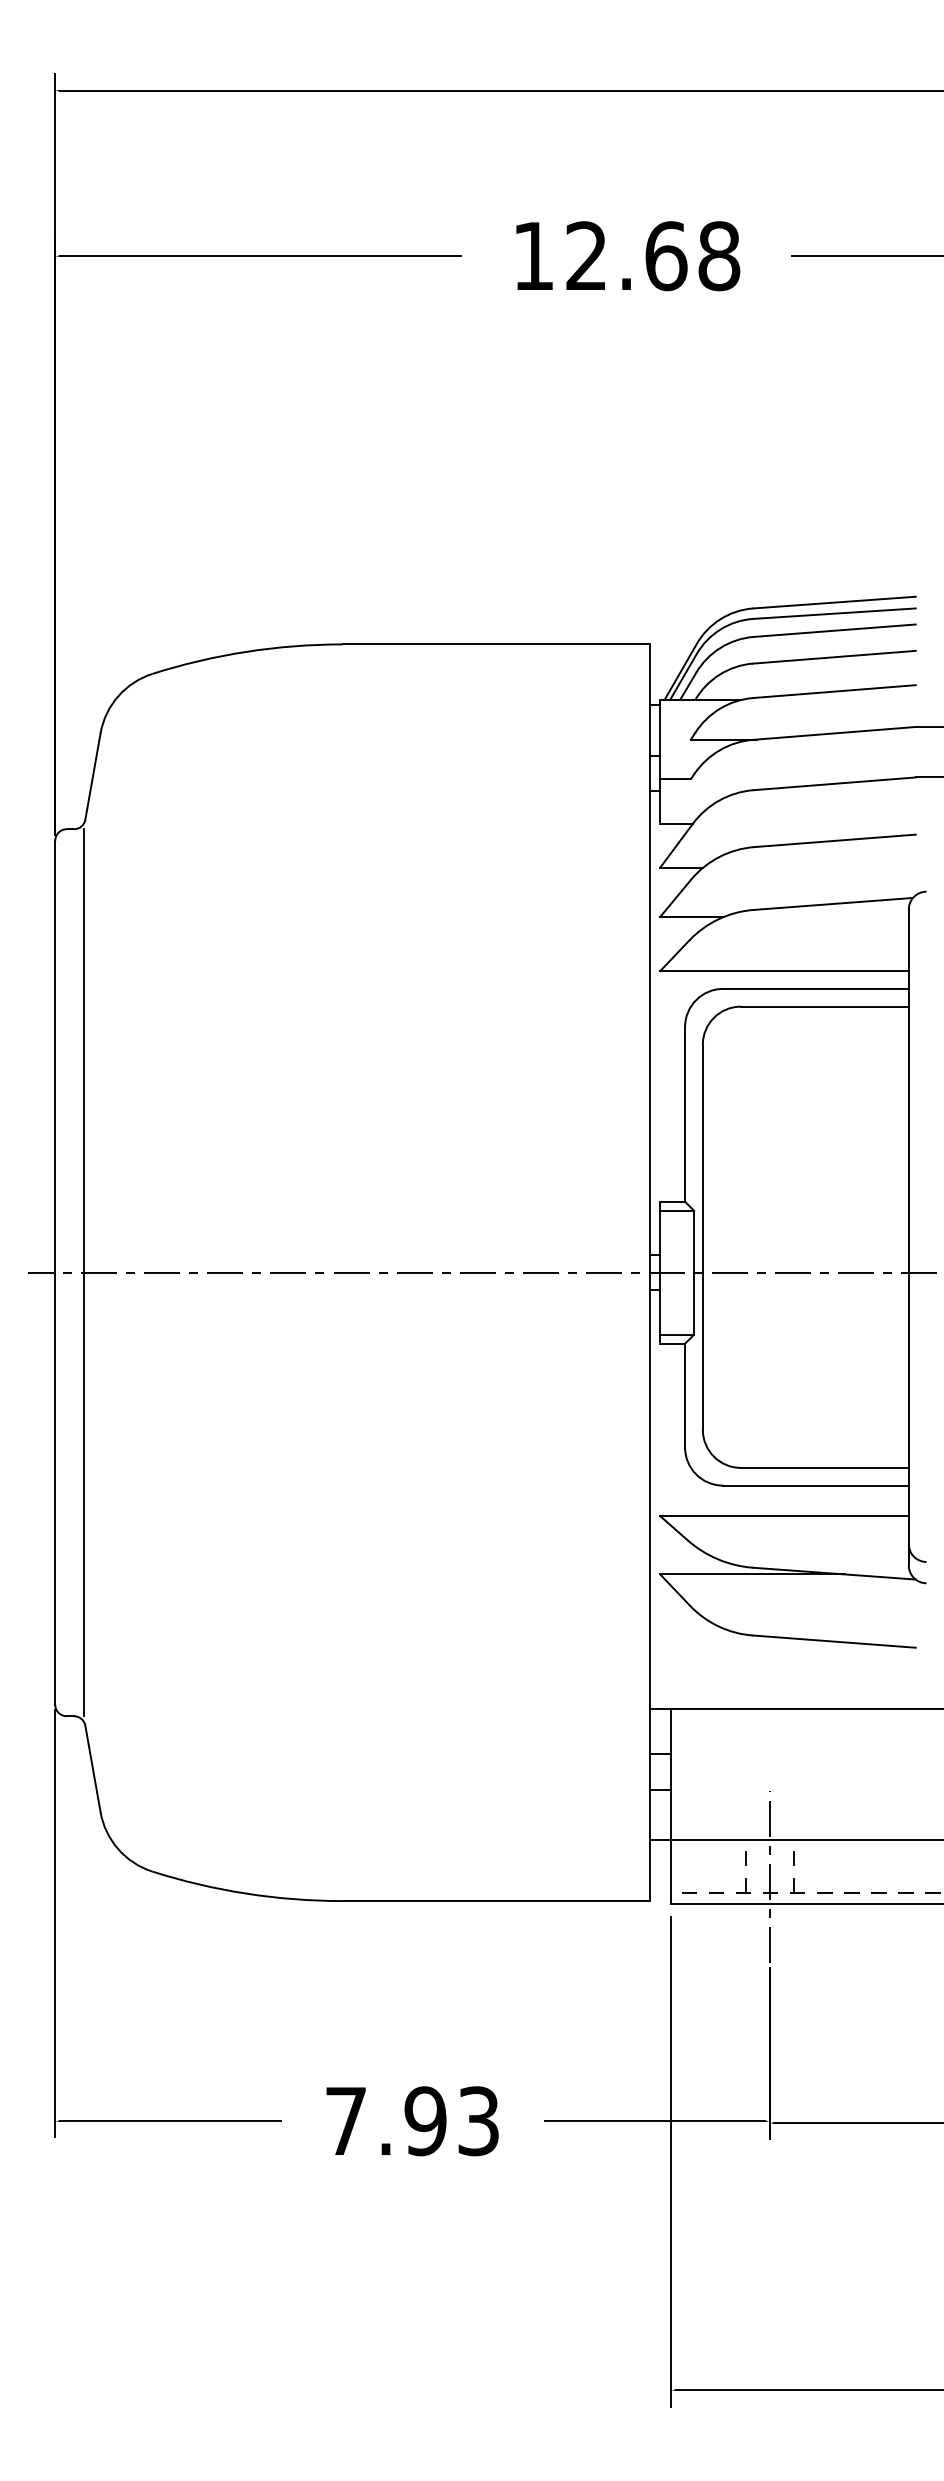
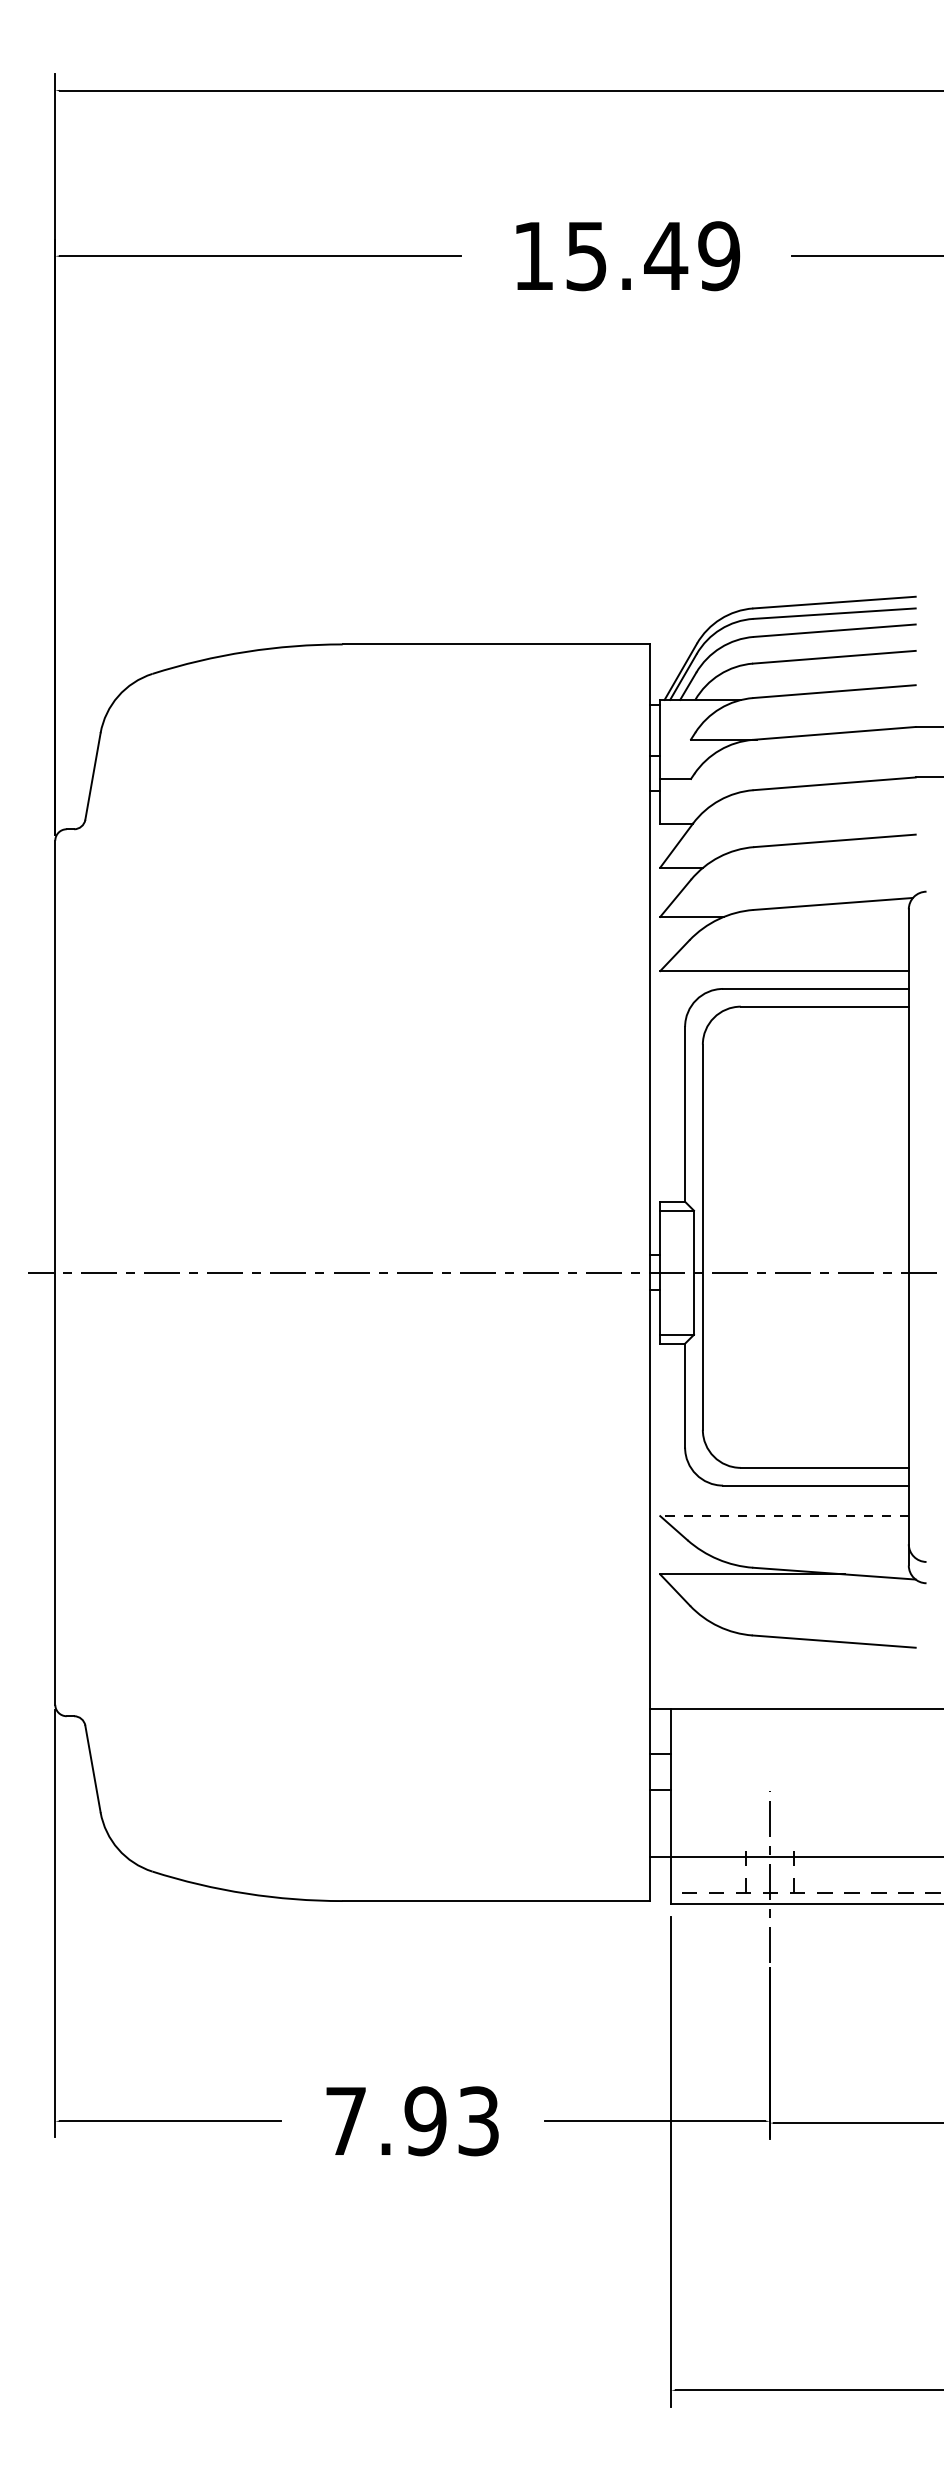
text at (653, 256): 12.68 -> 15.49
line at (83, 1272): present -> none
line at (784, 1516): solid -> dashed
line at (794, 1840) position: (794, 1840) -> (794, 1857)
